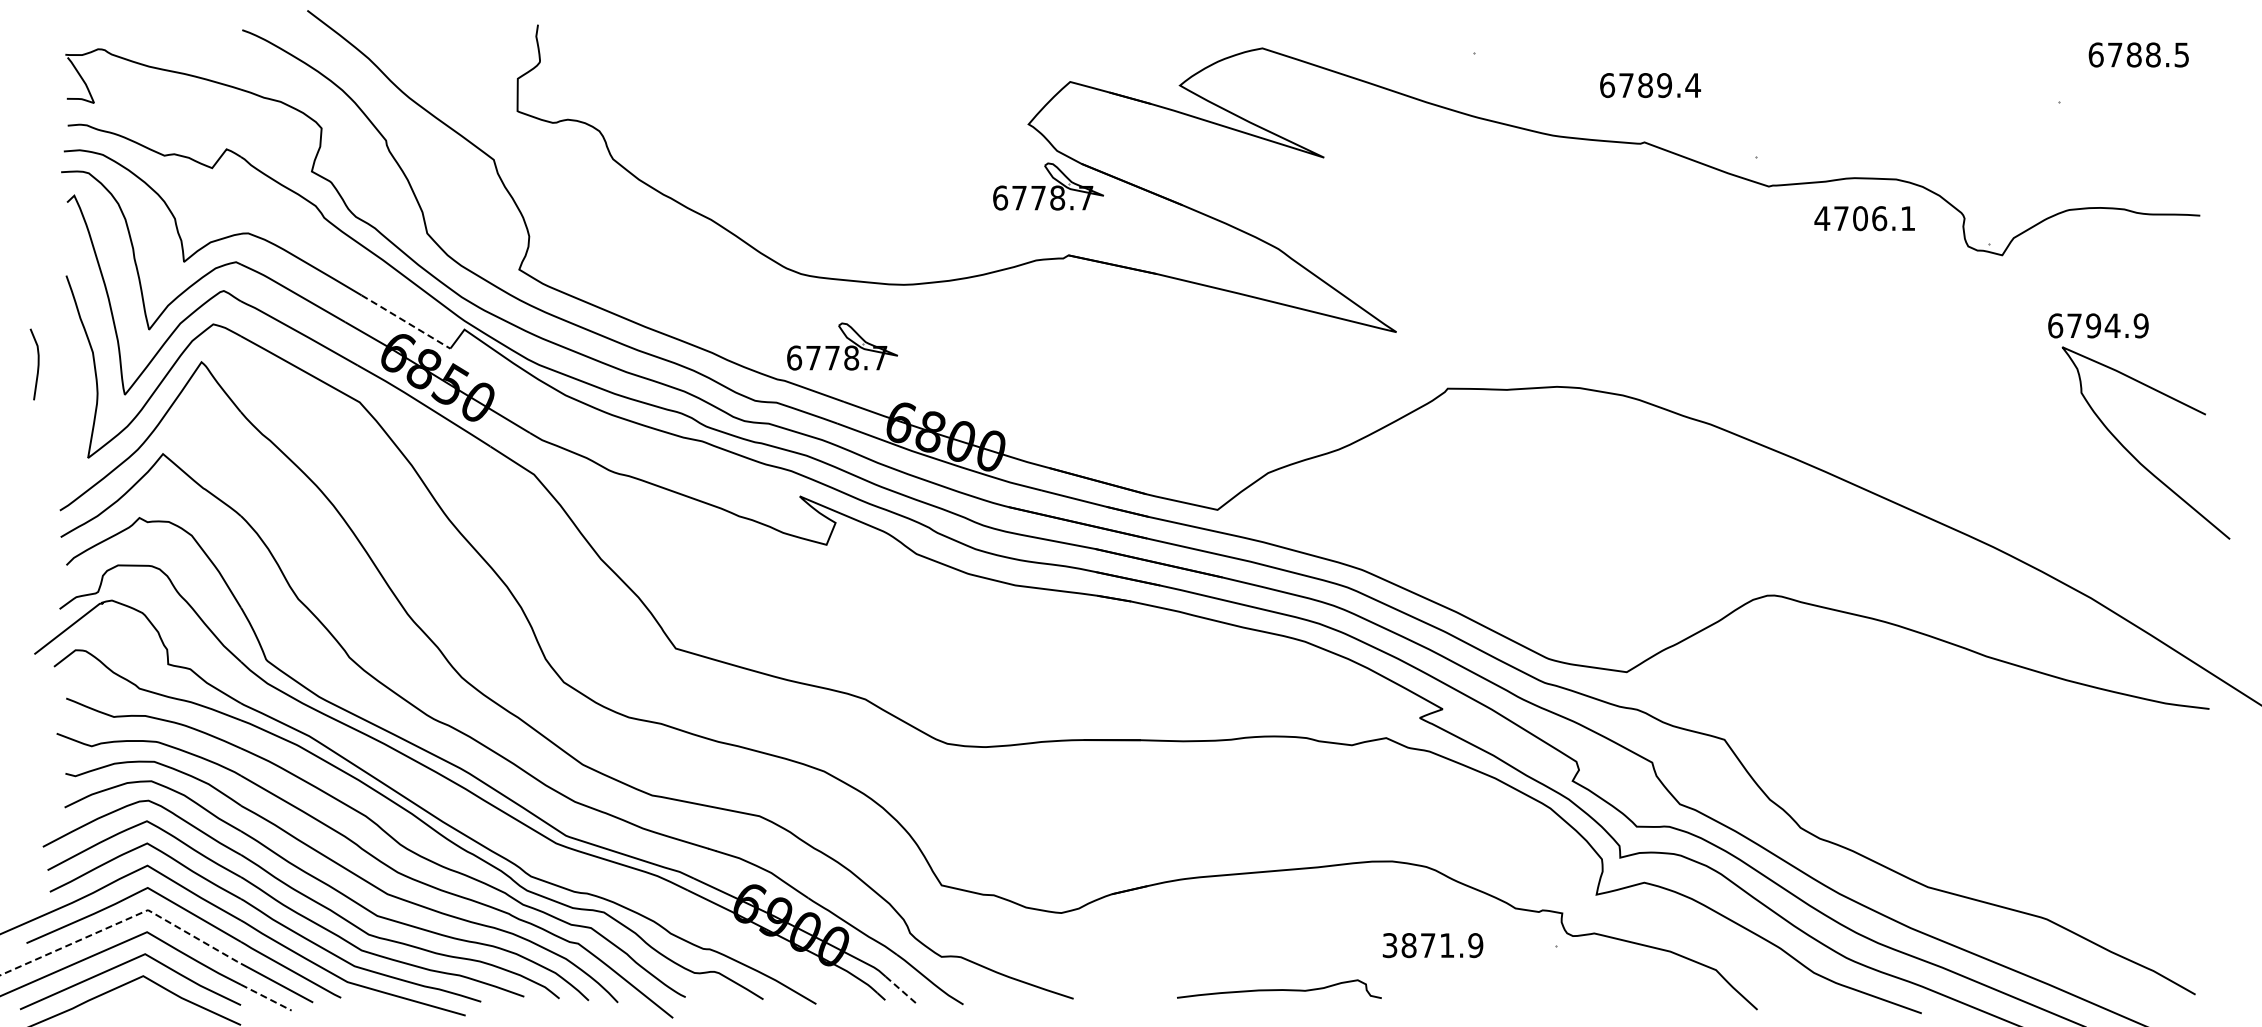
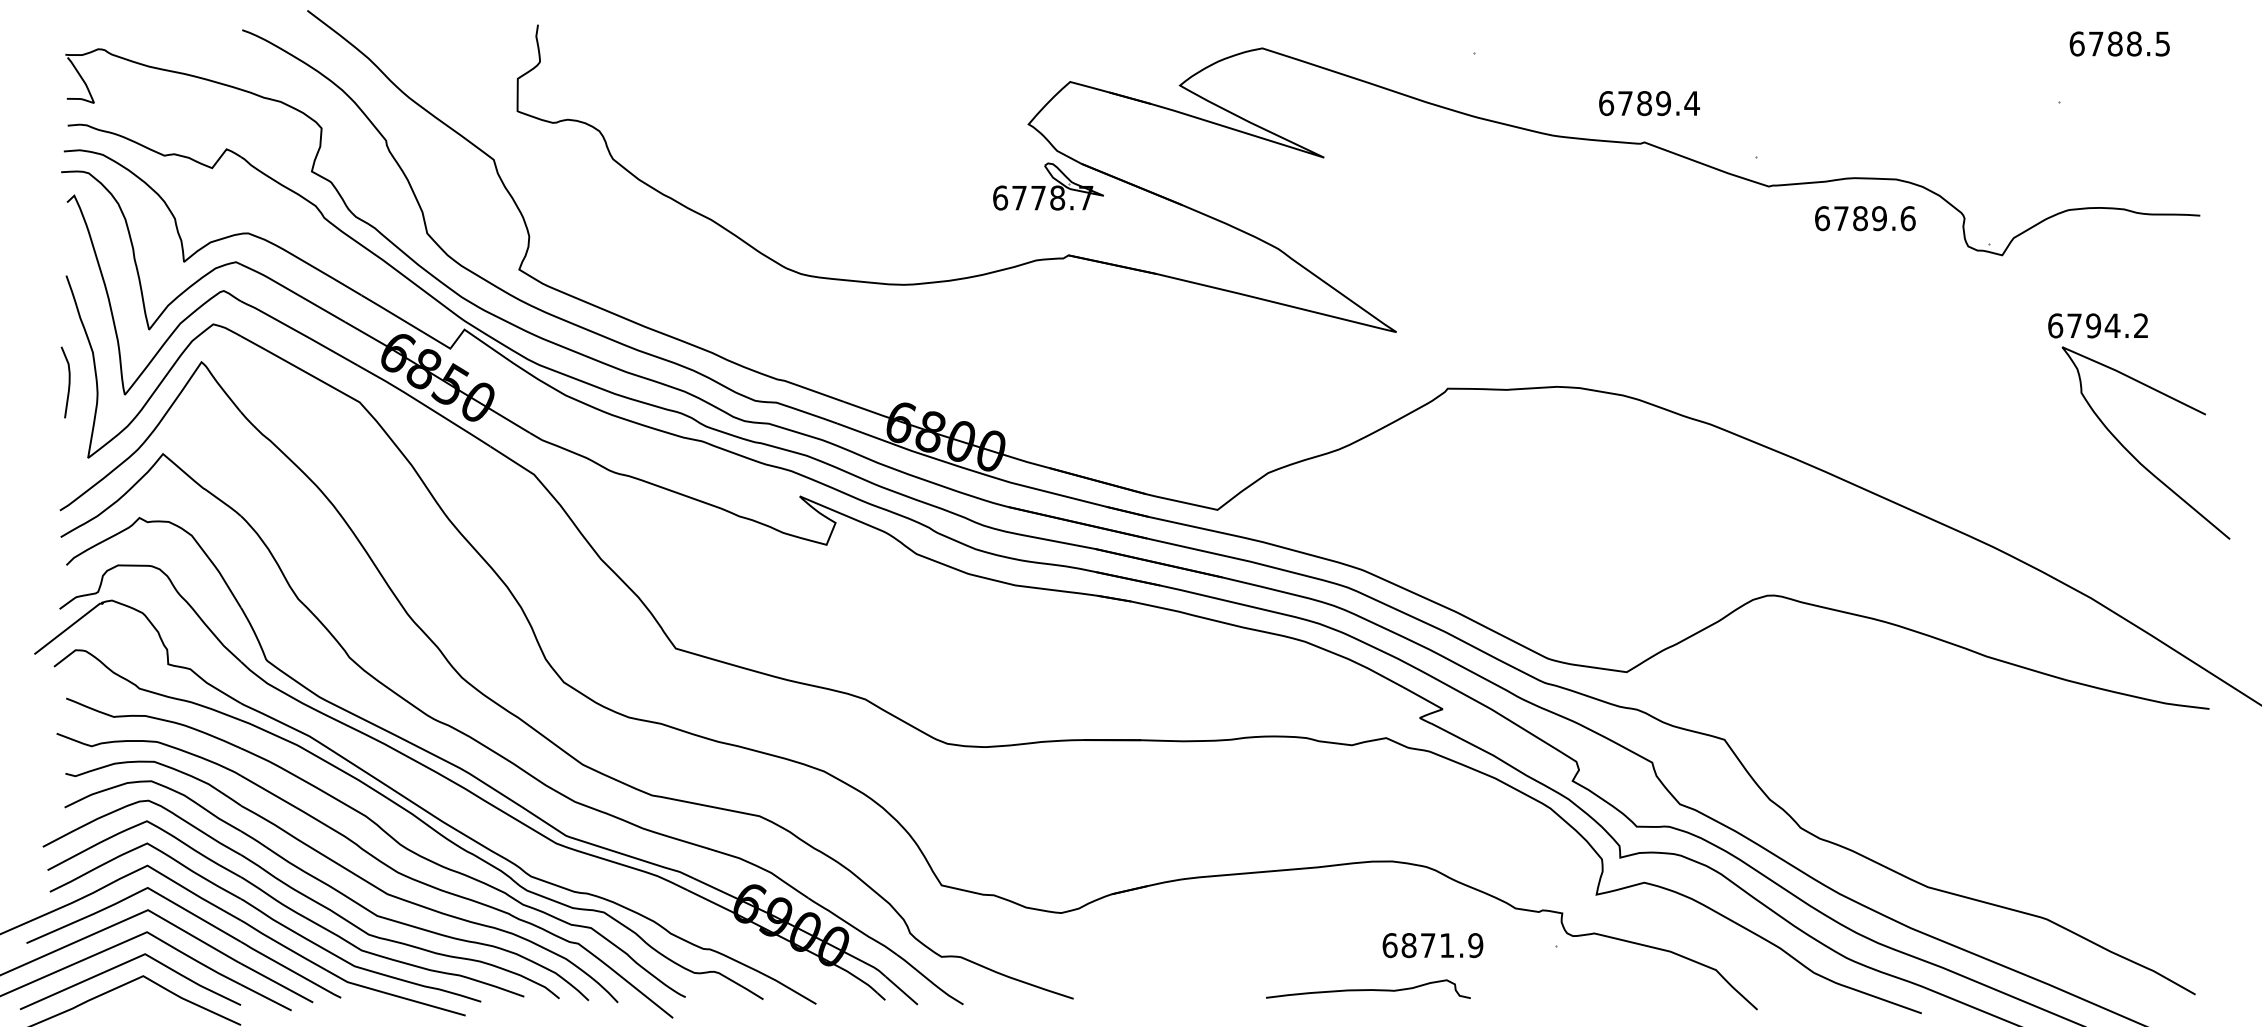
text at (2138, 54) position: (2138, 54) -> (2119, 43)
text at (1650, 85) position: (1650, 85) -> (1649, 103)
text at (1864, 218): 4706.1 -> 6789.6
line at (406, 322): dashed -> solid
text at (2140, 325): 6794.9 -> 6794.2
part at (842, 346): present -> none
curve at (37, 364) position: (37, 364) -> (68, 382)
line at (124, 920): dashed -> solid
text at (1389, 945): 3871.9 -> 6871.9
curve at (1279, 989) position: (1279, 989) -> (1368, 989)
line at (902, 991): dashed -> solid
line at (266, 997): dashed -> solid
